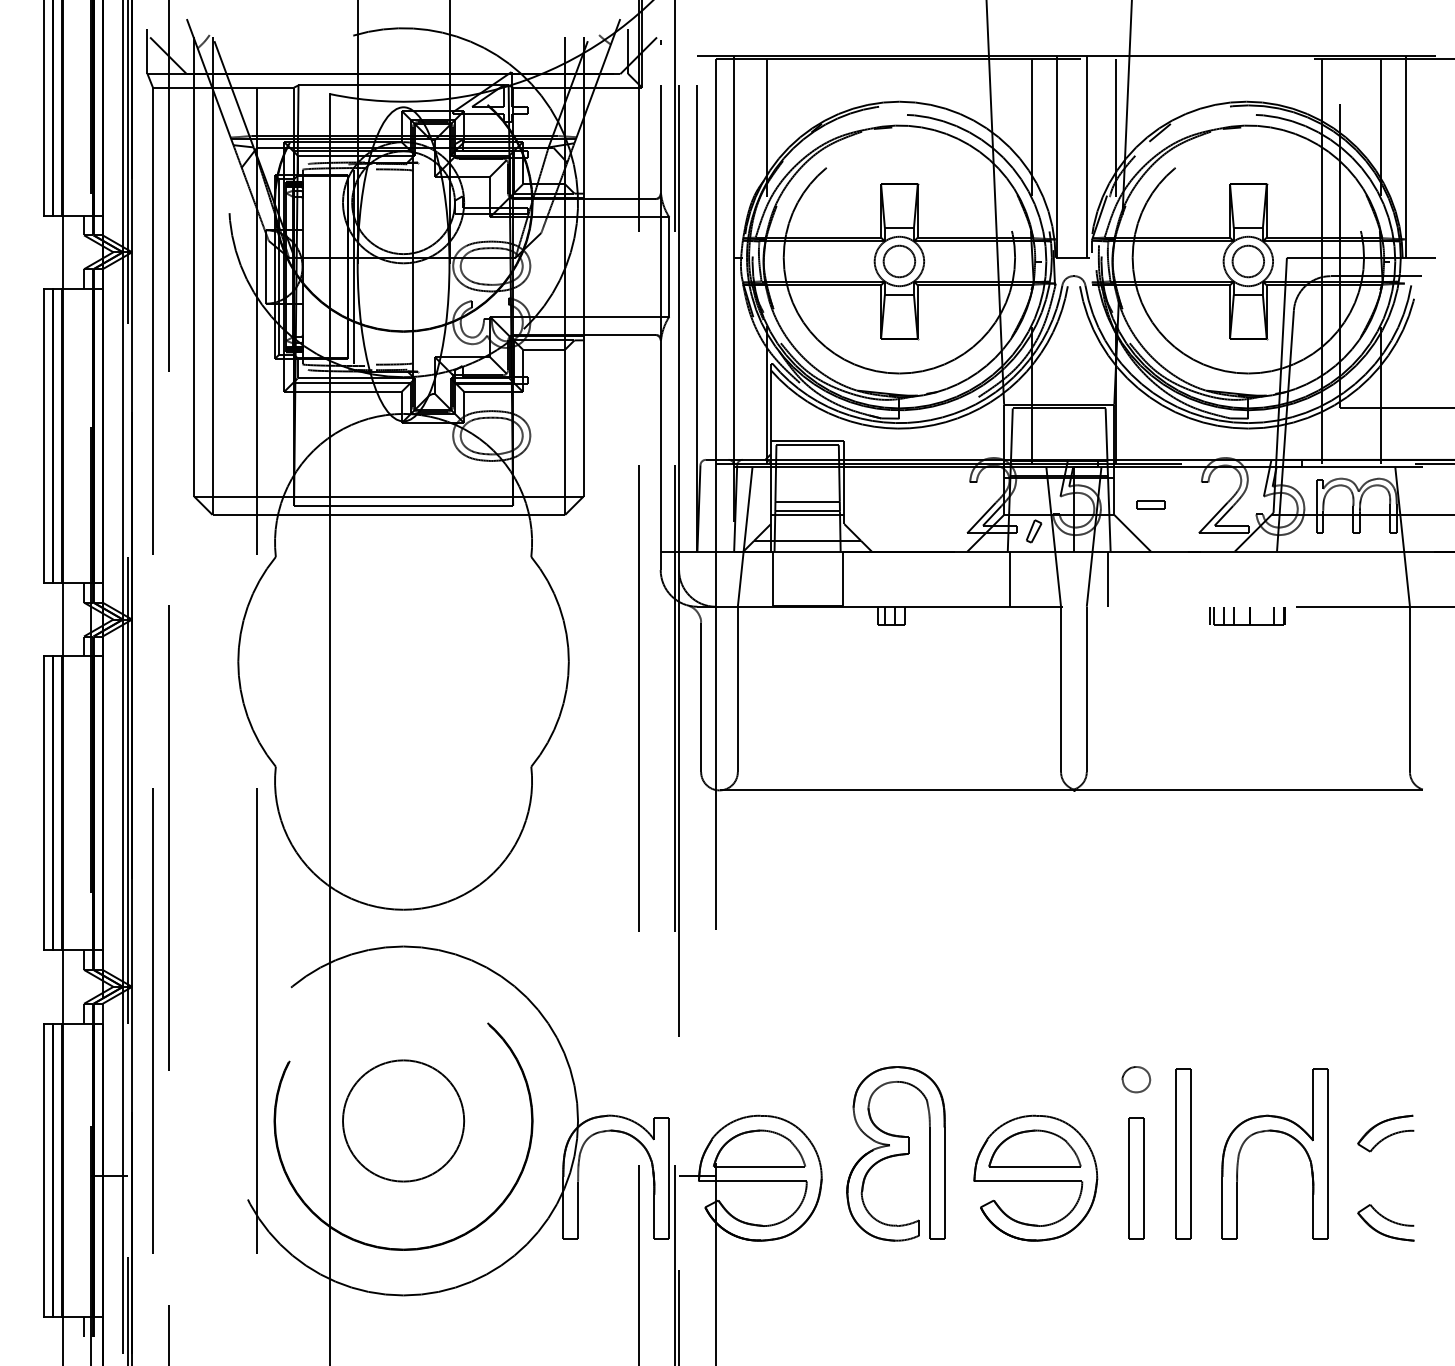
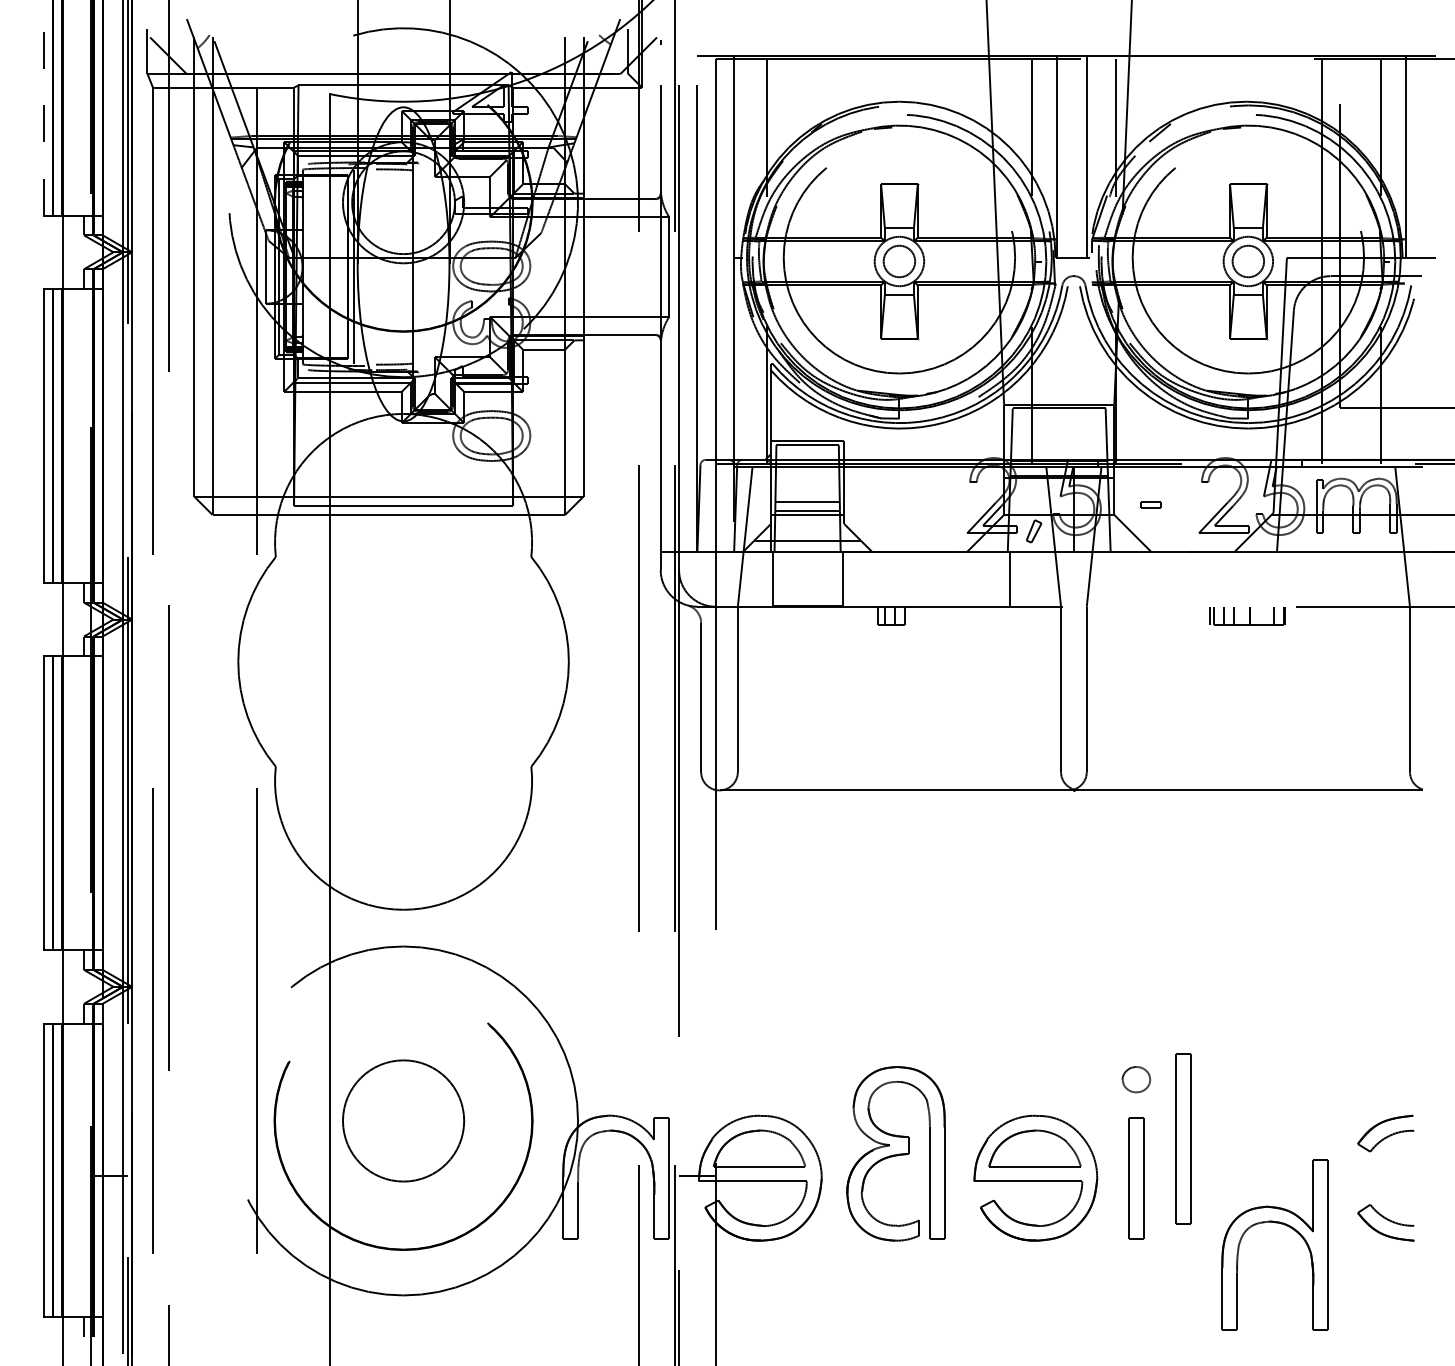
line at (43, 107): solid -> dashed
part at (1150, 504) size: 30x10 px -> 22x8 px
line at (1108, 578): present -> none
part at (1275, 1132) position: (1275, 1132) -> (1275, 1223)
part at (1183, 1153) position: (1183, 1153) -> (1183, 1138)
